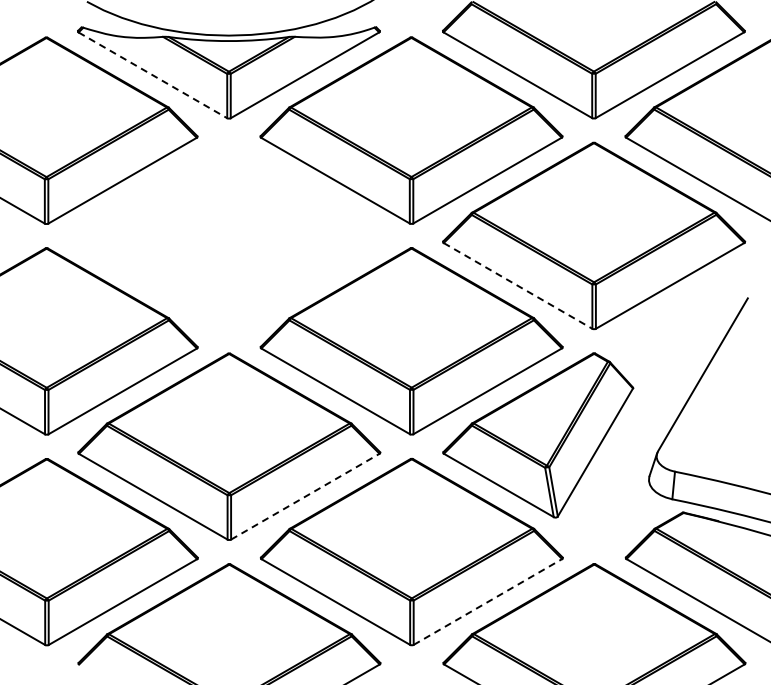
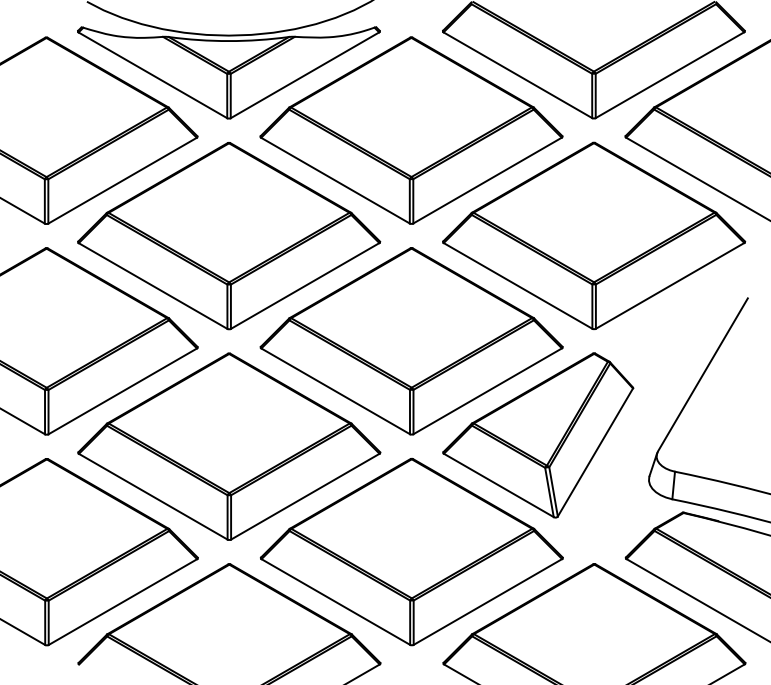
line at (152, 75): dashed -> solid
part at (229, 236): none -> present
line at (518, 285): dashed -> solid
line at (305, 496): dashed -> solid
line at (487, 601): dashed -> solid
